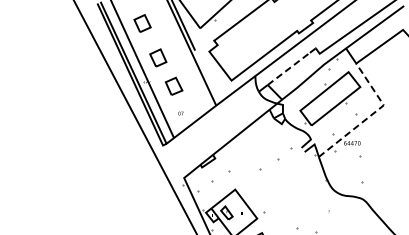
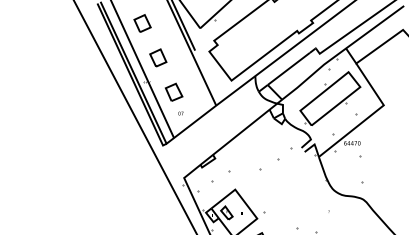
line at (288, 68): dashed -> solid
part at (173, 85) position: (173, 85) -> (173, 91)
line at (372, 114): dashed -> solid
